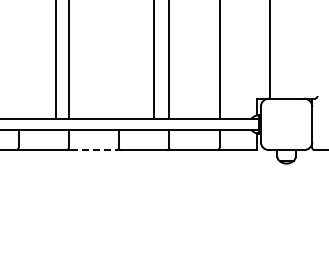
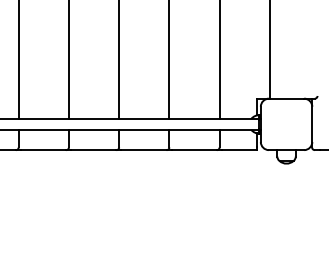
line at (55, 60) position: (55, 60) -> (18, 60)
line at (154, 60) position: (154, 60) -> (119, 60)
line at (93, 150): dashed -> solid
